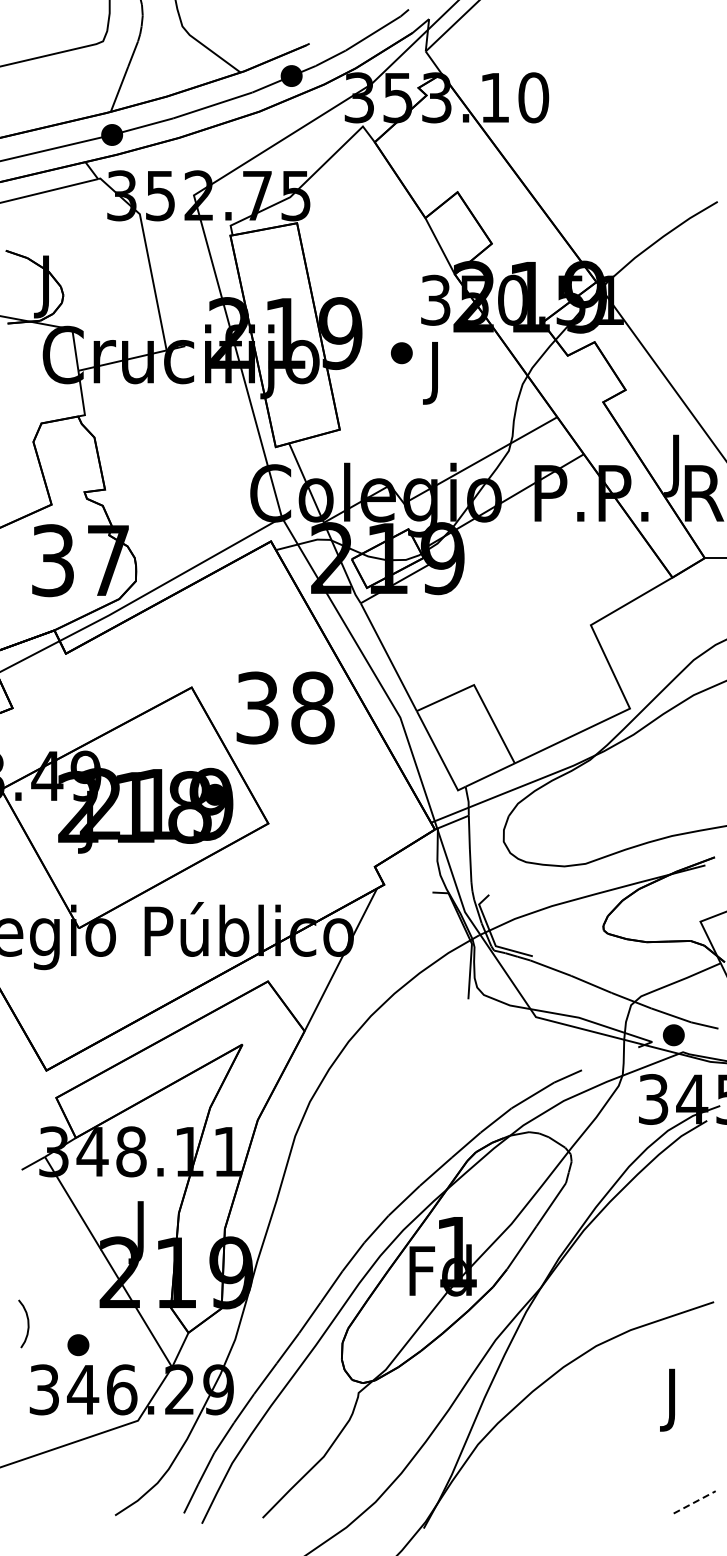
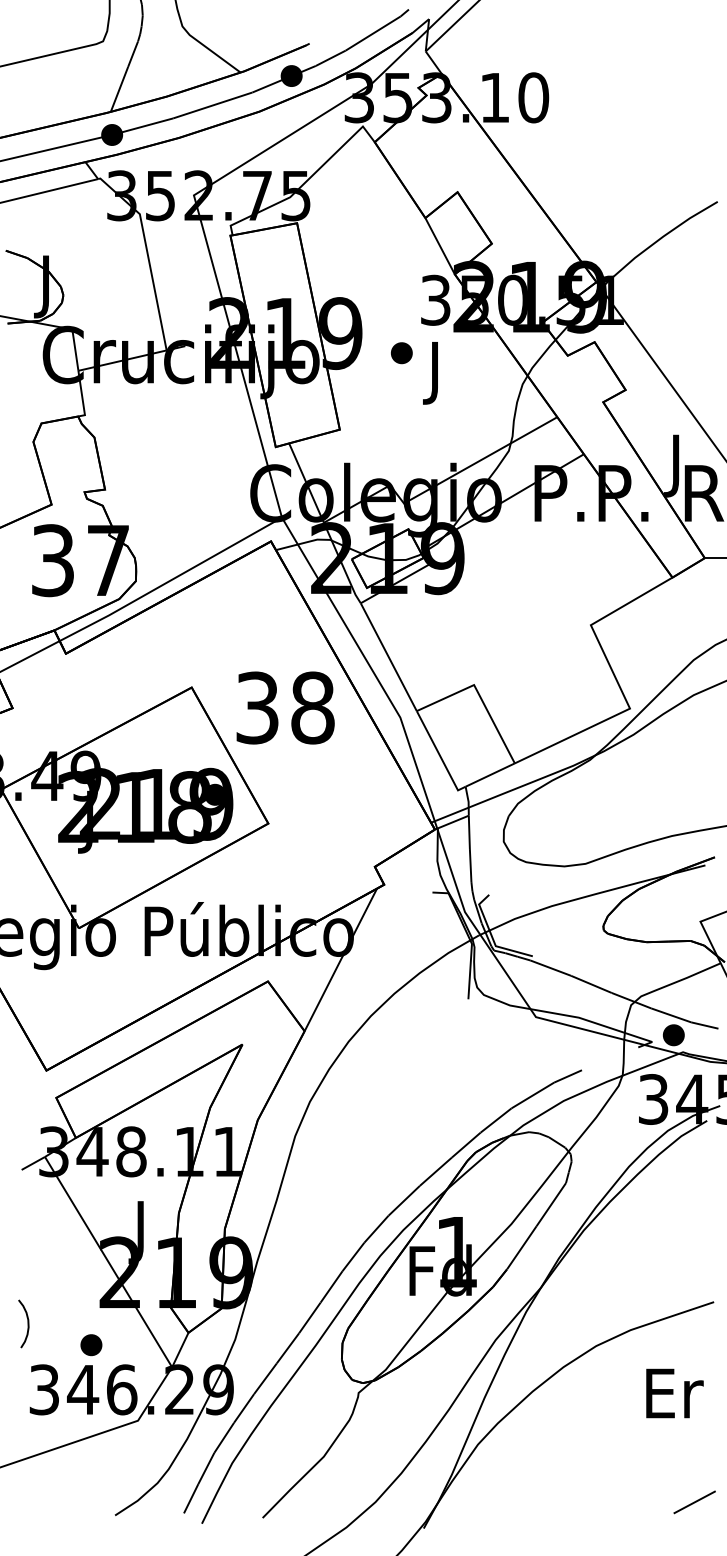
part at (78, 1345) position: (78, 1345) -> (91, 1345)
text at (674, 1399): J -> Er
line at (694, 1502): dashed -> solid
